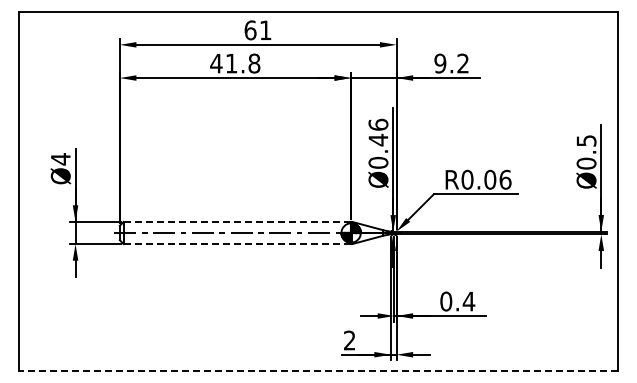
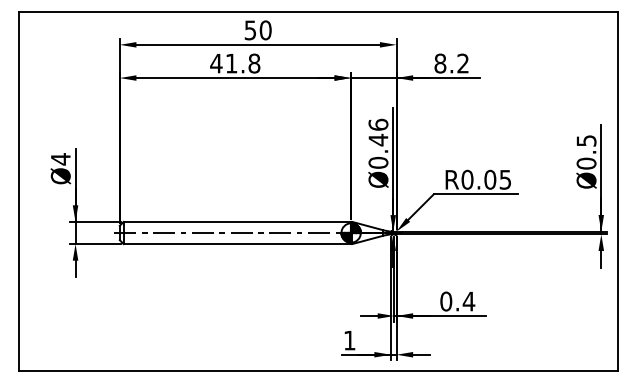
text at (257, 30): 61 -> 50
text at (440, 63): 9.2 -> 8.2
text at (505, 179): R0.06 -> R0.05
line at (237, 221): dashed -> solid
line at (237, 244): dashed -> solid
text at (349, 340): 2 -> 1
line at (318, 371): dashed -> solid
